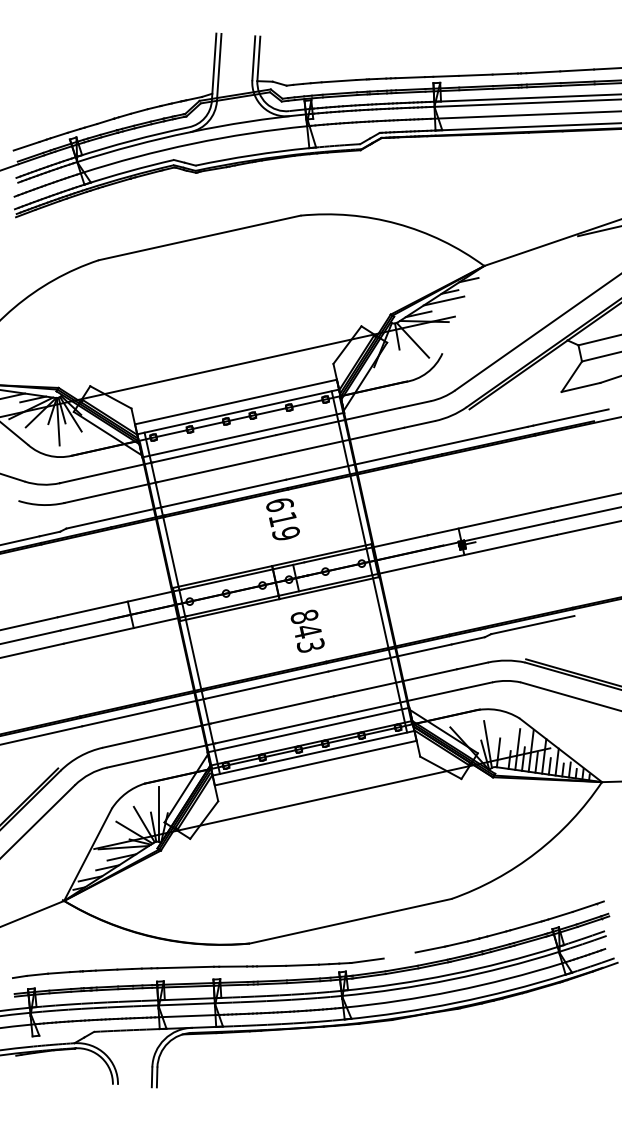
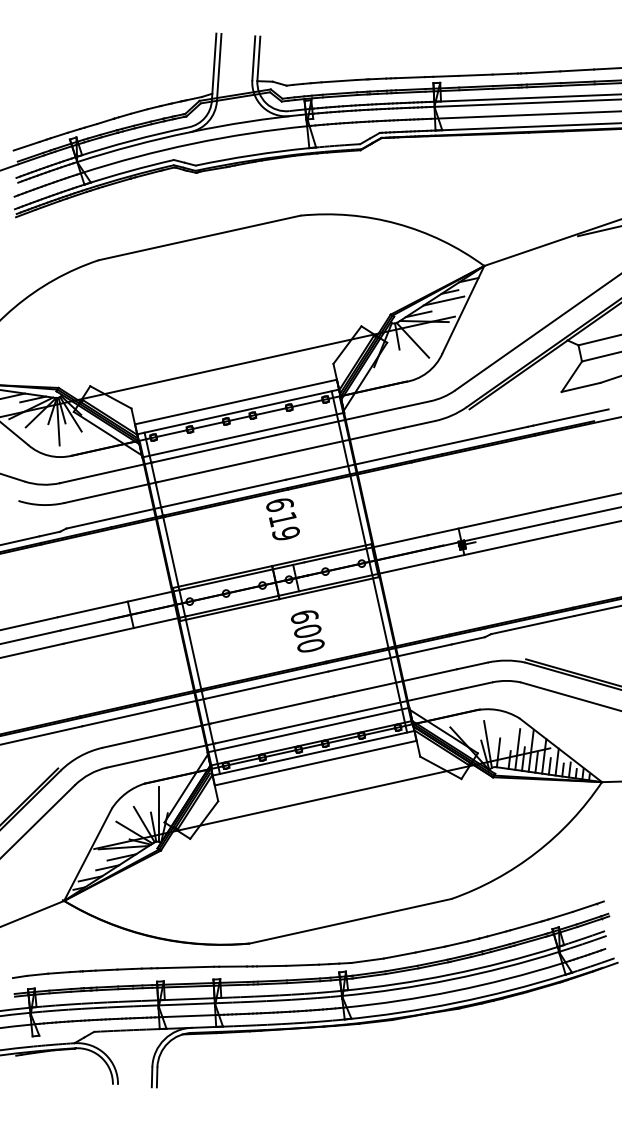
line at (463, 309): none -> present
line at (596, 610): none -> present
text at (307, 630): 843 -> 600
line at (399, 955): none -> present
